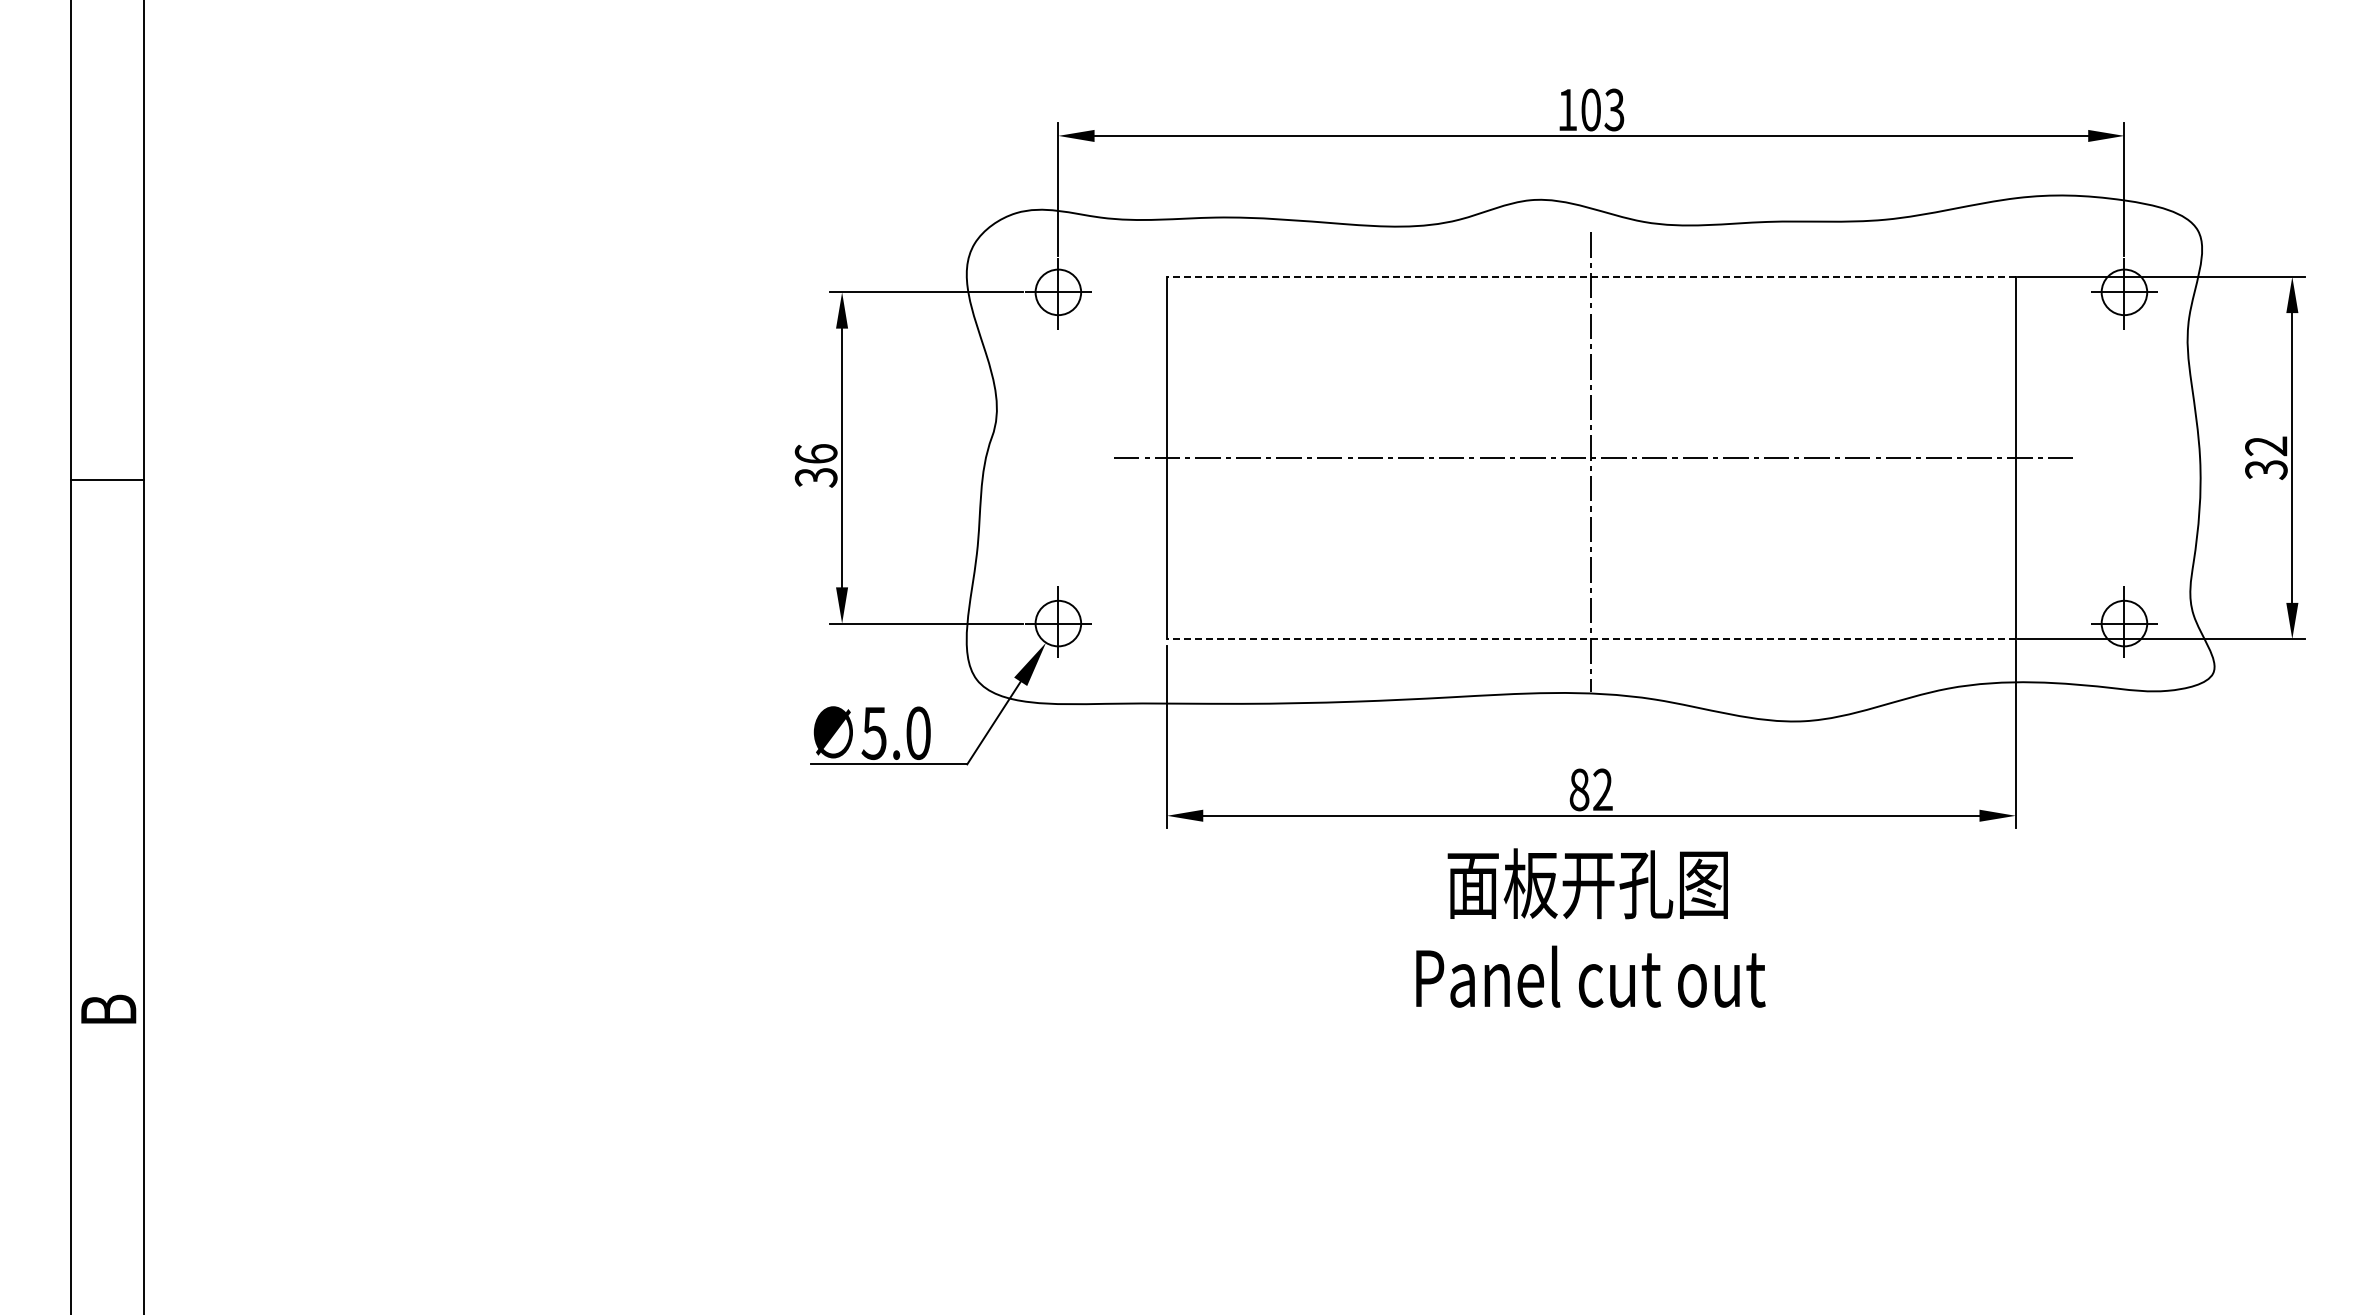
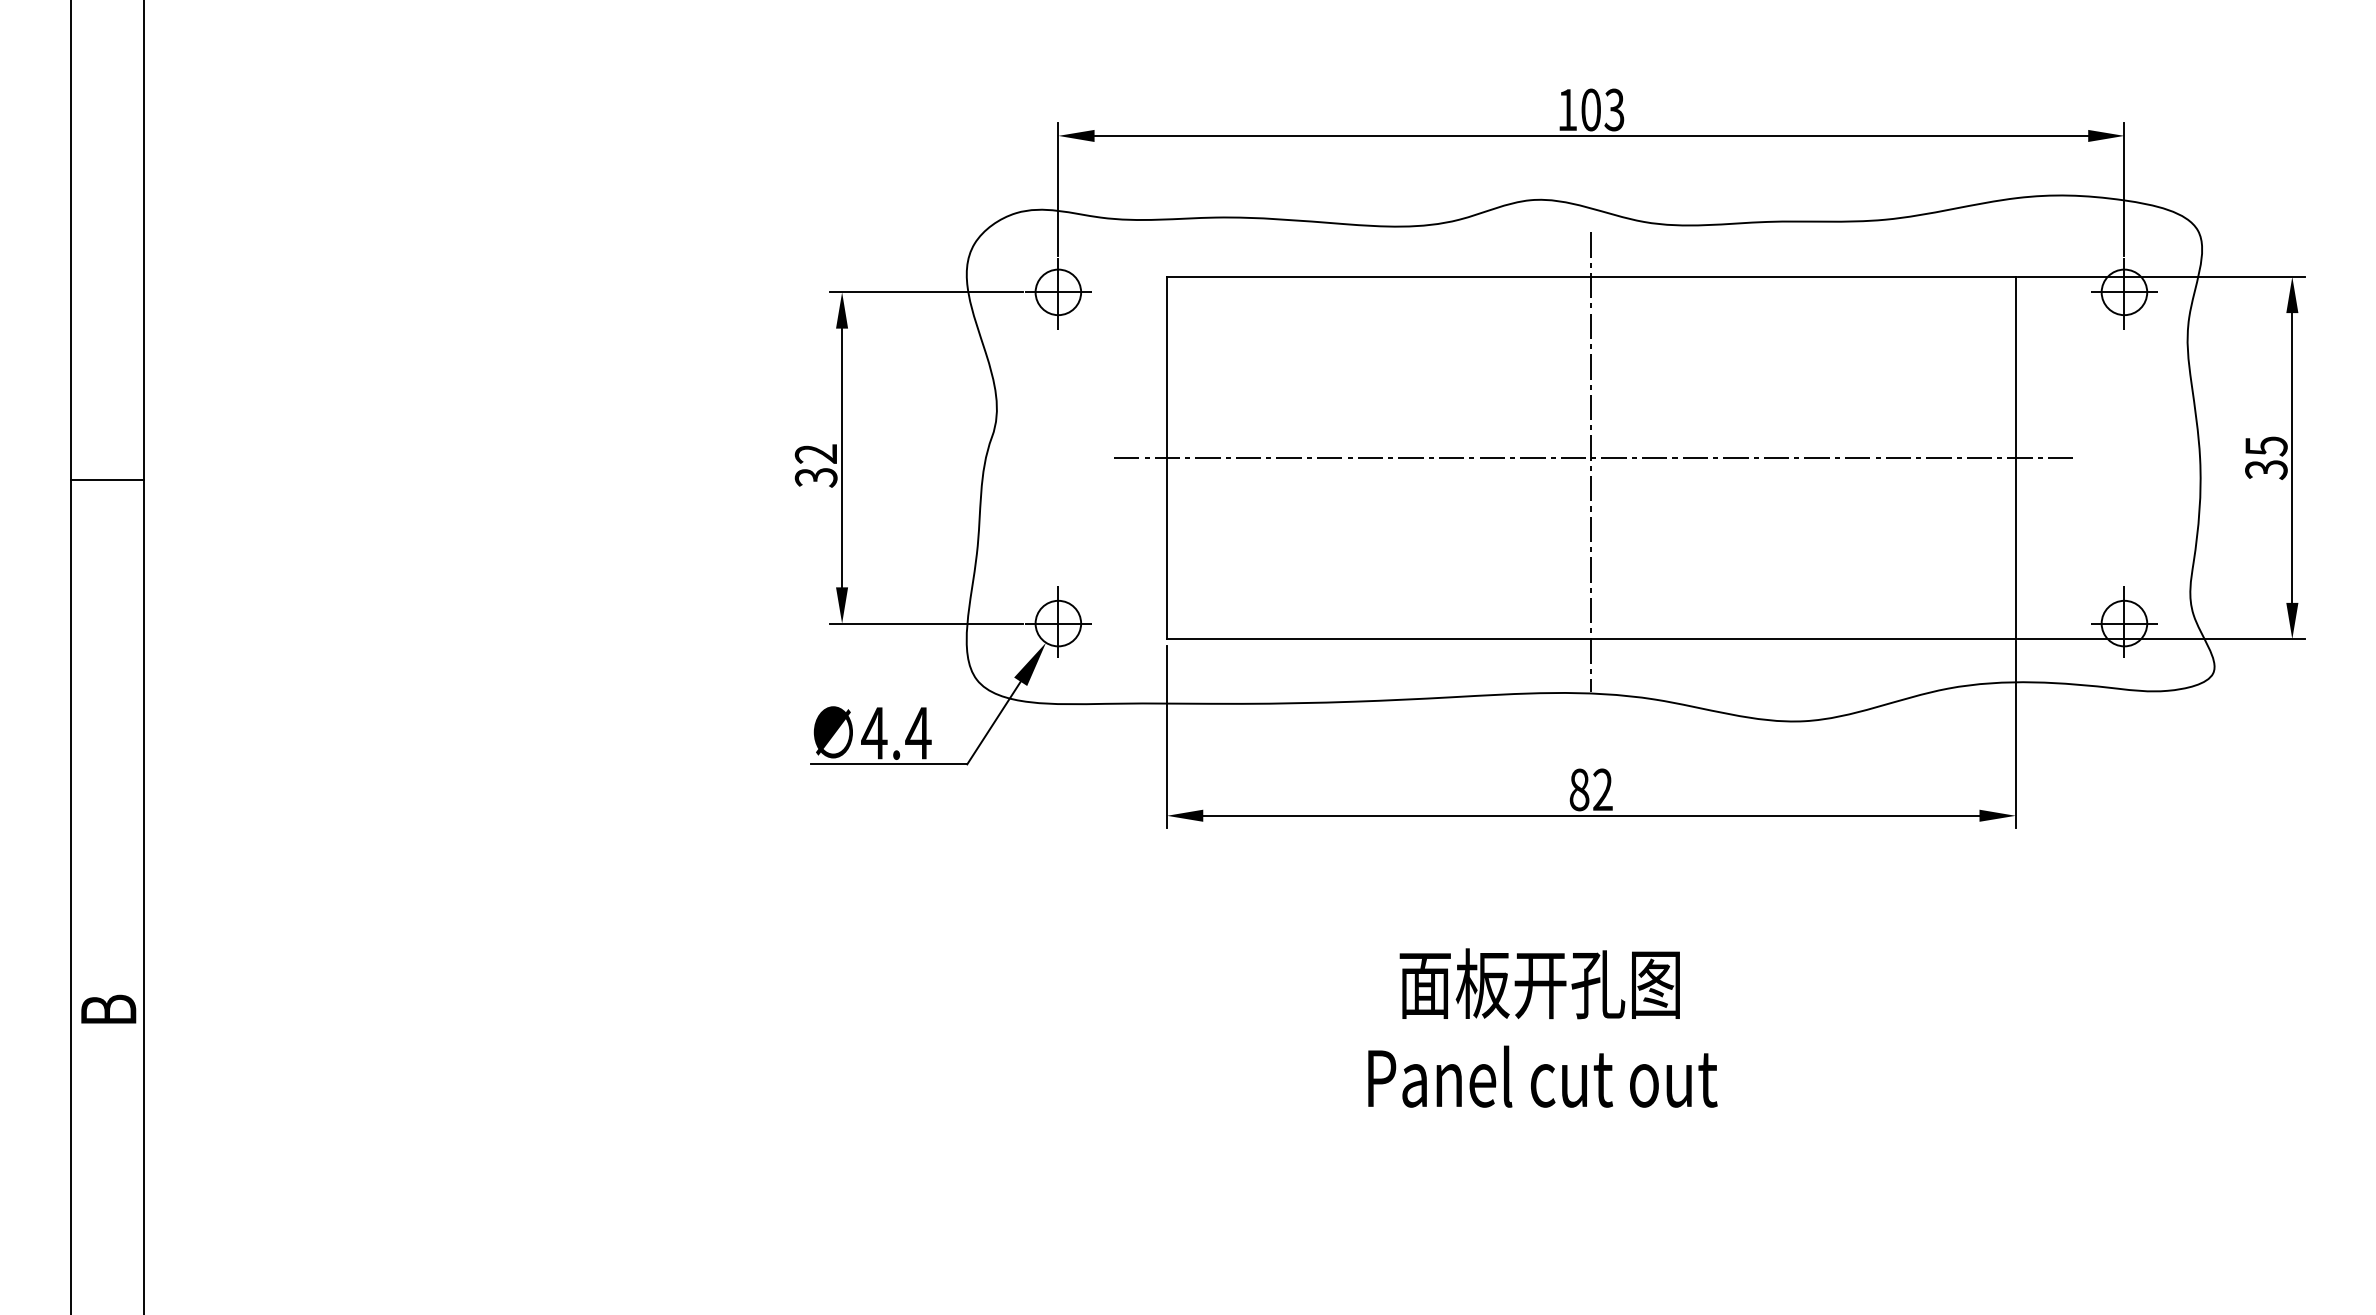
line at (1590, 276): dashed -> solid
text at (2266, 446): 32 -> 35
text at (815, 453): 36 -> 32
line at (1590, 639): dashed -> solid
text at (896, 732): 5.0 -> 4.4
text at (1590, 927) position: (1590, 927) -> (1542, 1027)
